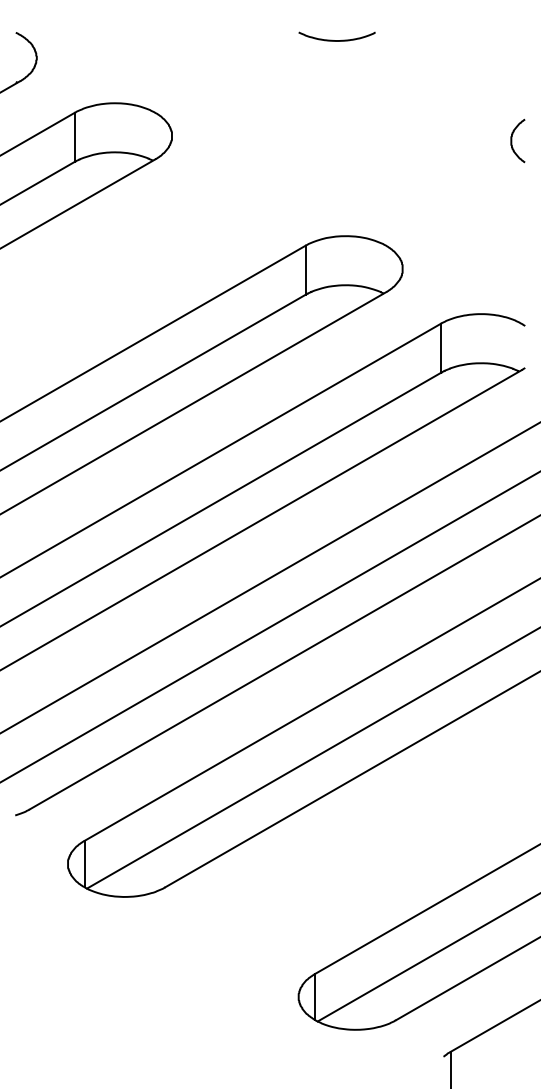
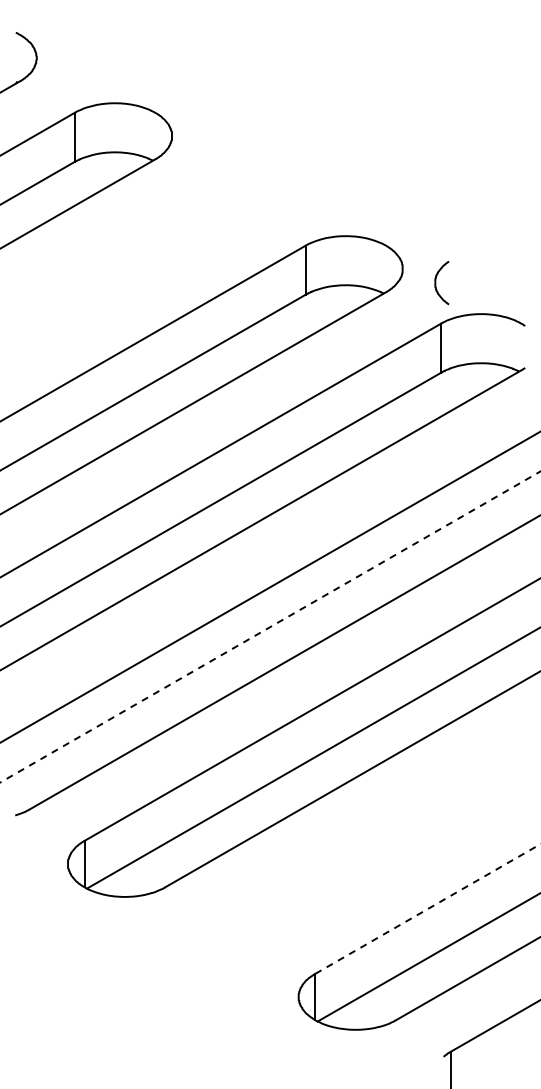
curve at (336, 40): present -> none
curve at (512, 140) position: (512, 140) -> (436, 282)
line at (269, 578) position: (269, 578) -> (269, 587)
line at (270, 626): solid -> dashed
line at (428, 908): solid -> dashed
